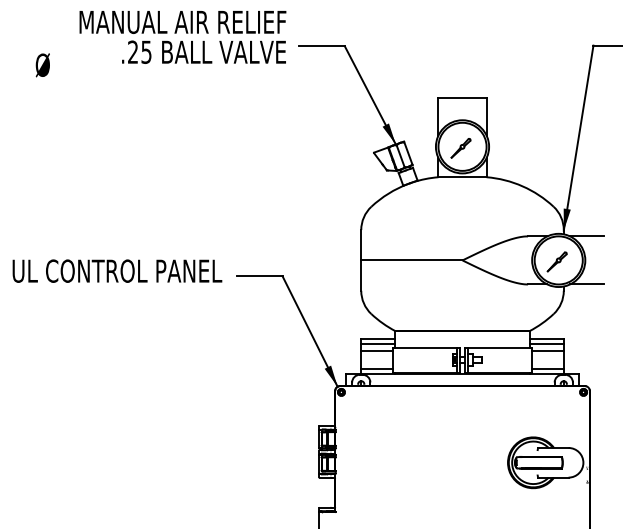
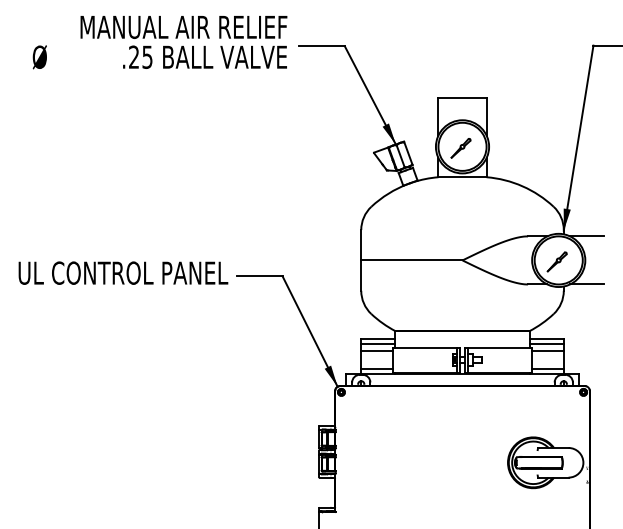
text at (182, 37) position: (182, 37) -> (183, 42)
text at (42, 65) position: (42, 65) -> (39, 57)
text at (117, 270) position: (117, 270) -> (123, 272)
